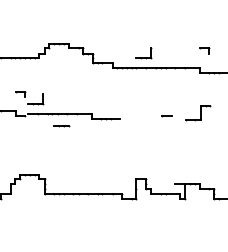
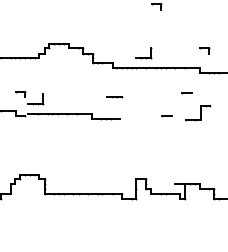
part at (156, 6): none -> present
part at (186, 93): none -> present
line at (61, 126) position: (61, 126) -> (114, 97)
